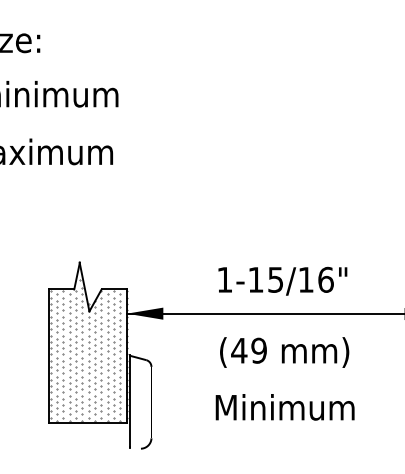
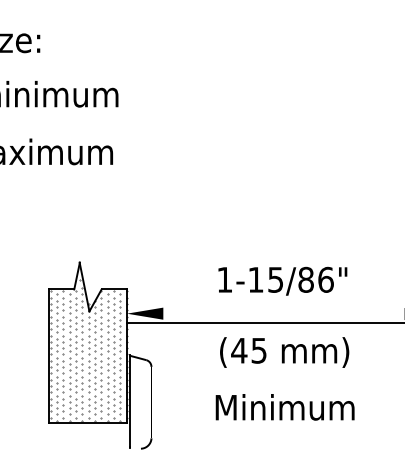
text at (305, 279): 1-15/16" -> 1-15/86"
line at (264, 314) position: (264, 314) -> (264, 323)
text at (258, 350): (49 -> (45
